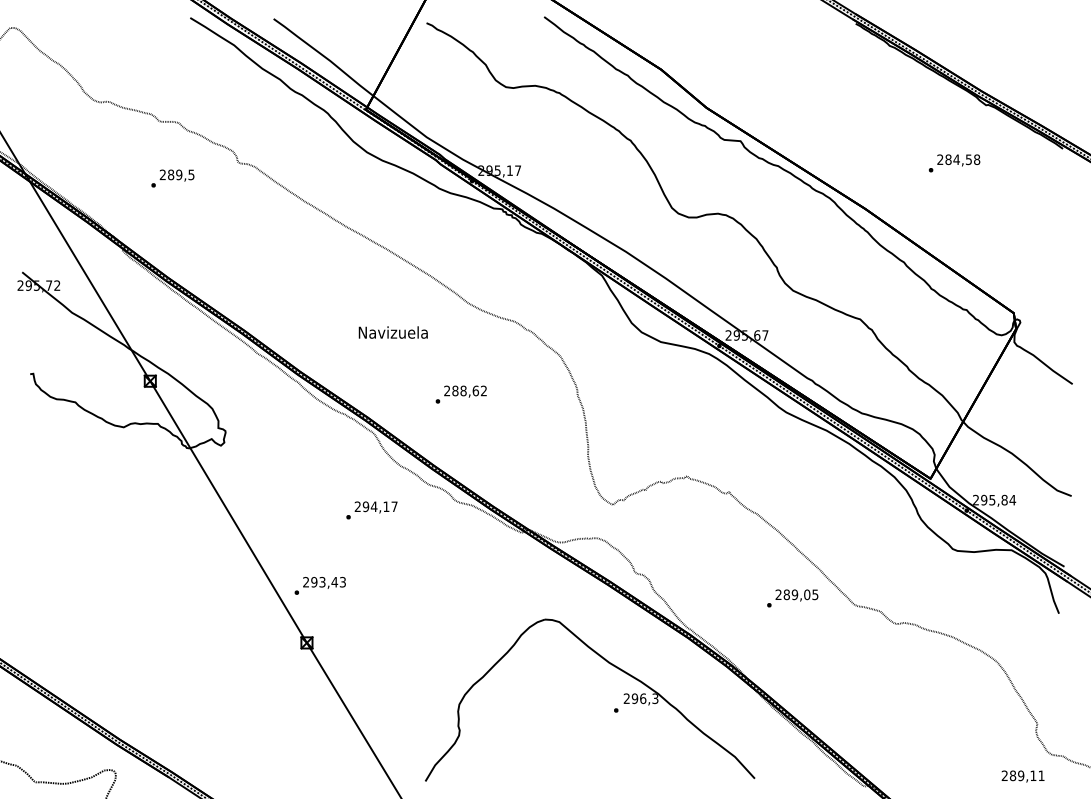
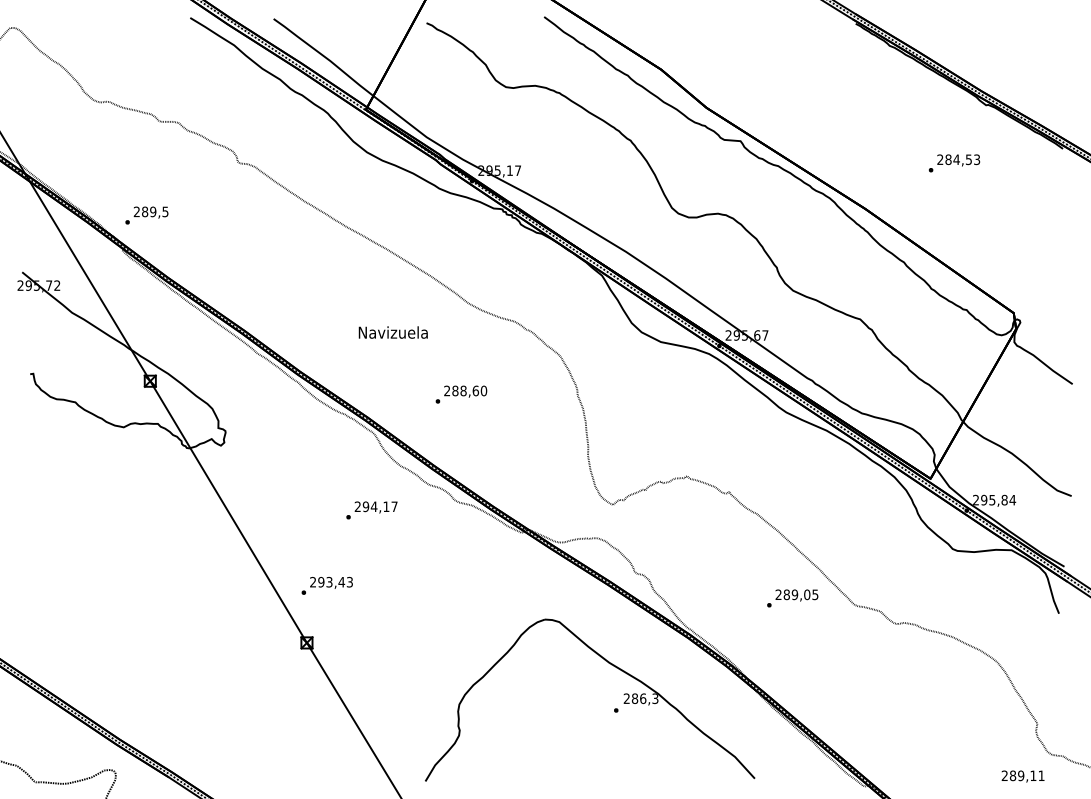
text at (977, 159): 284,58 -> 284,53
text at (172, 178) position: (172, 178) -> (146, 215)
text at (483, 390): 288,62 -> 288,60
text at (319, 585) position: (319, 585) -> (326, 585)
text at (634, 698): 296,3 -> 286,3
